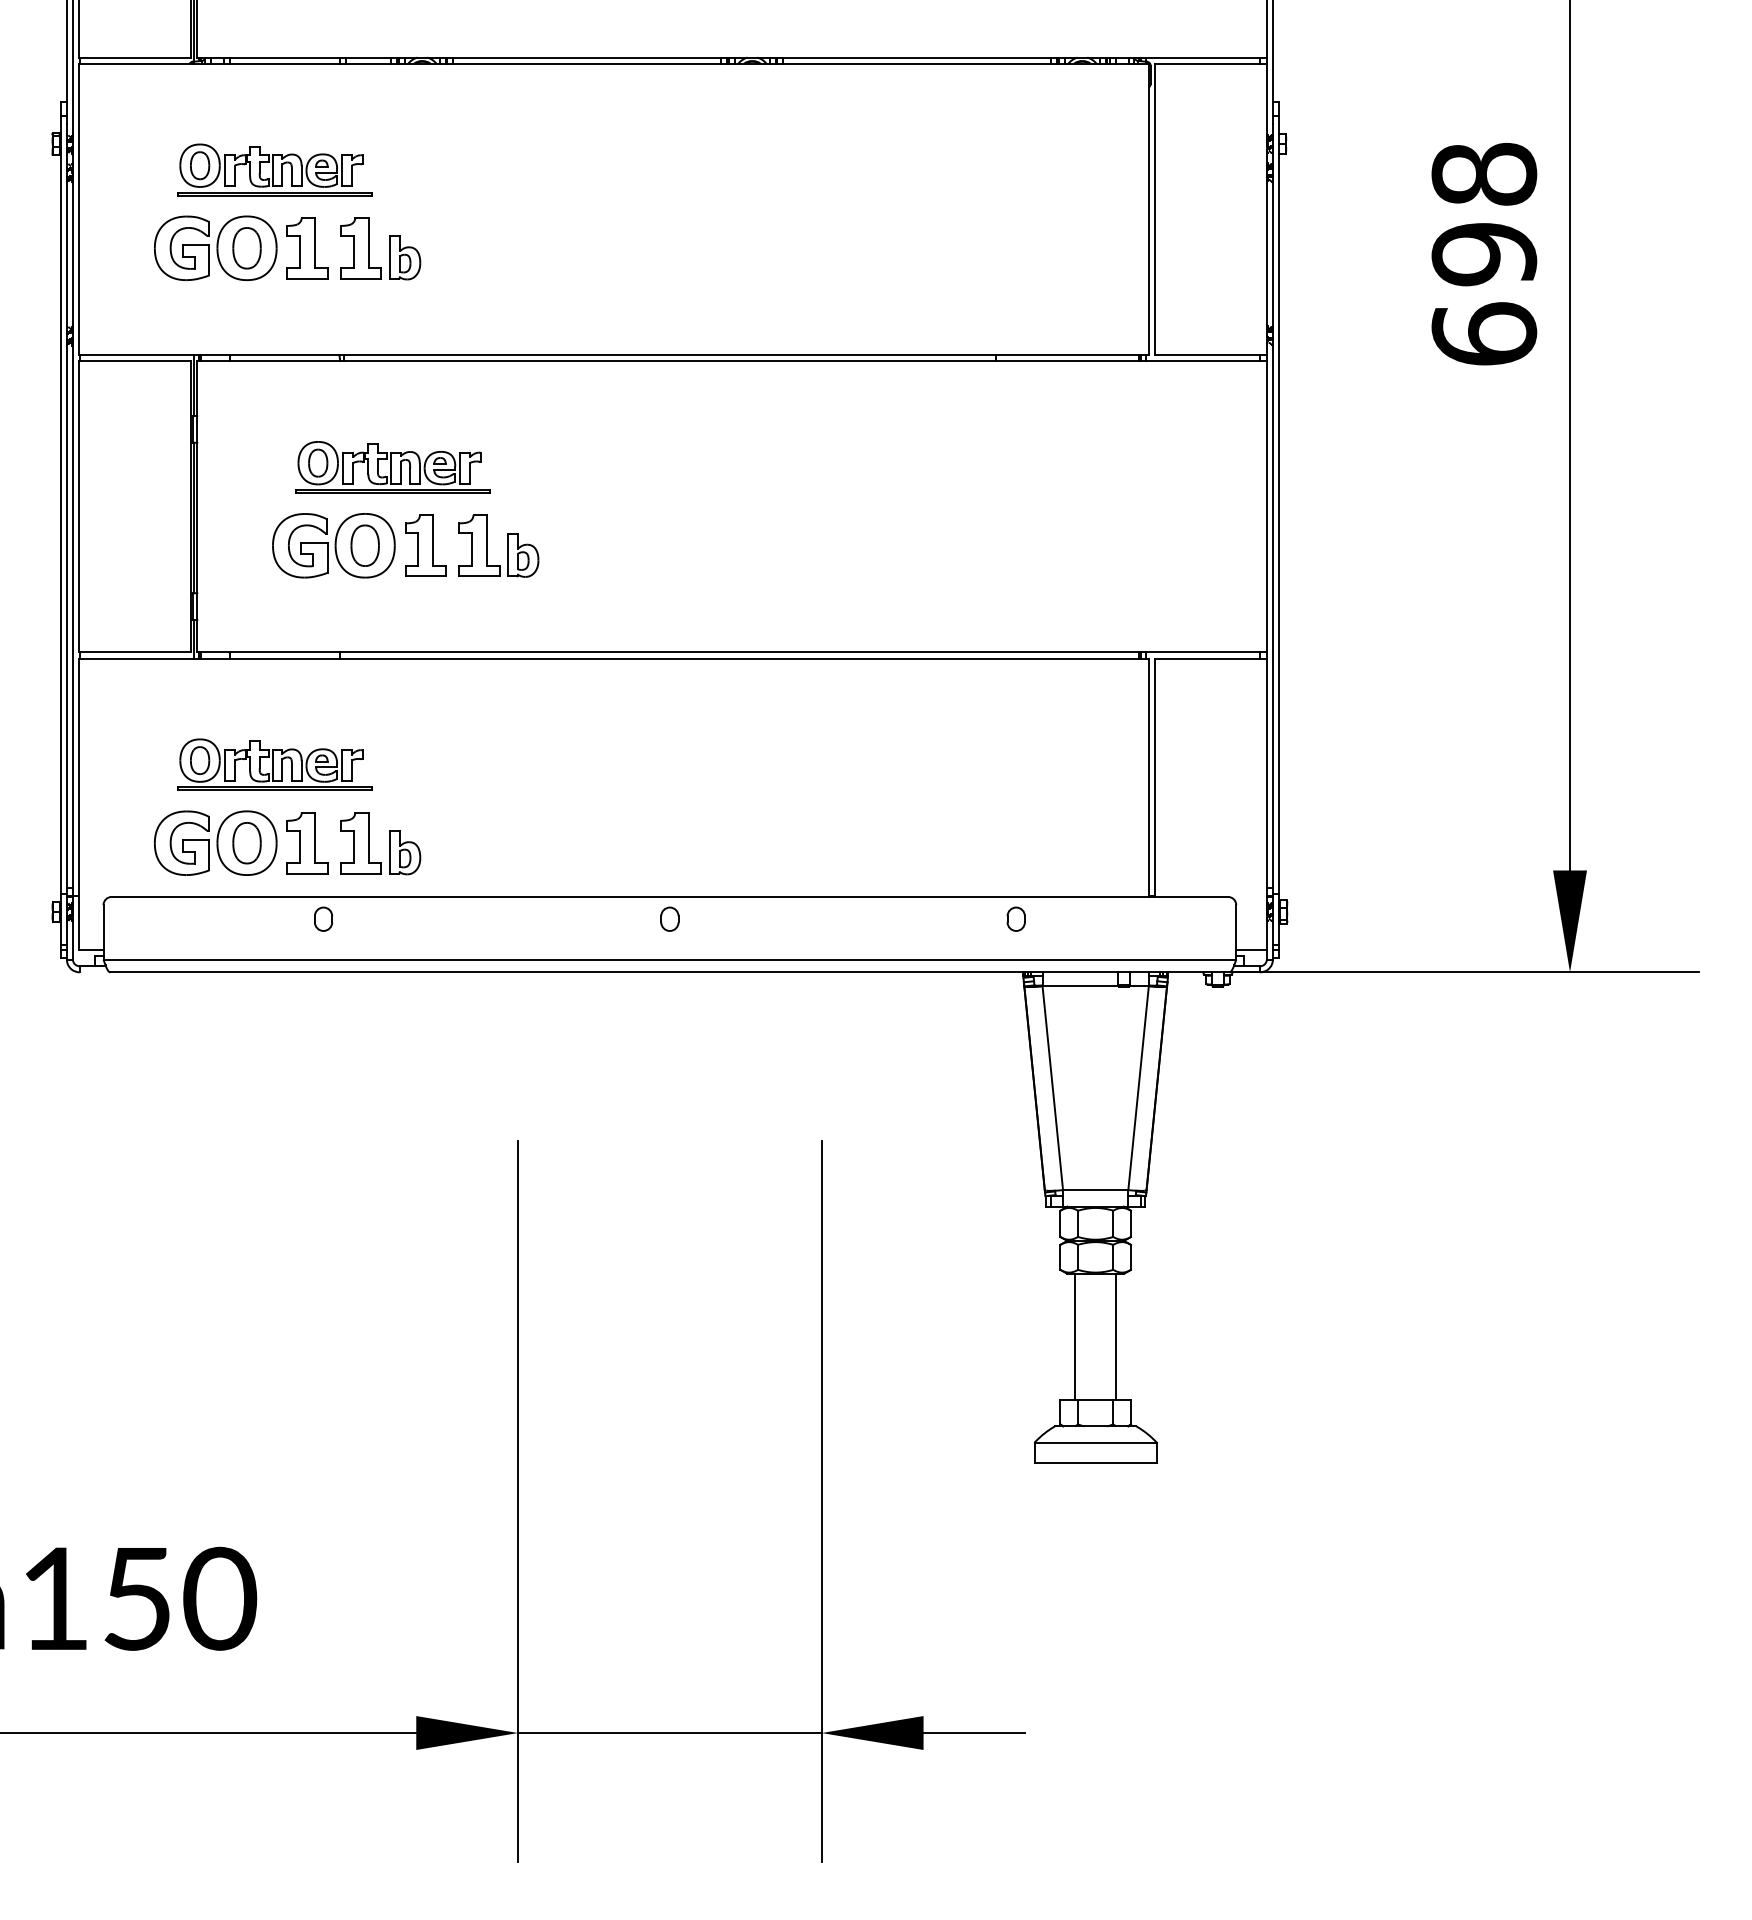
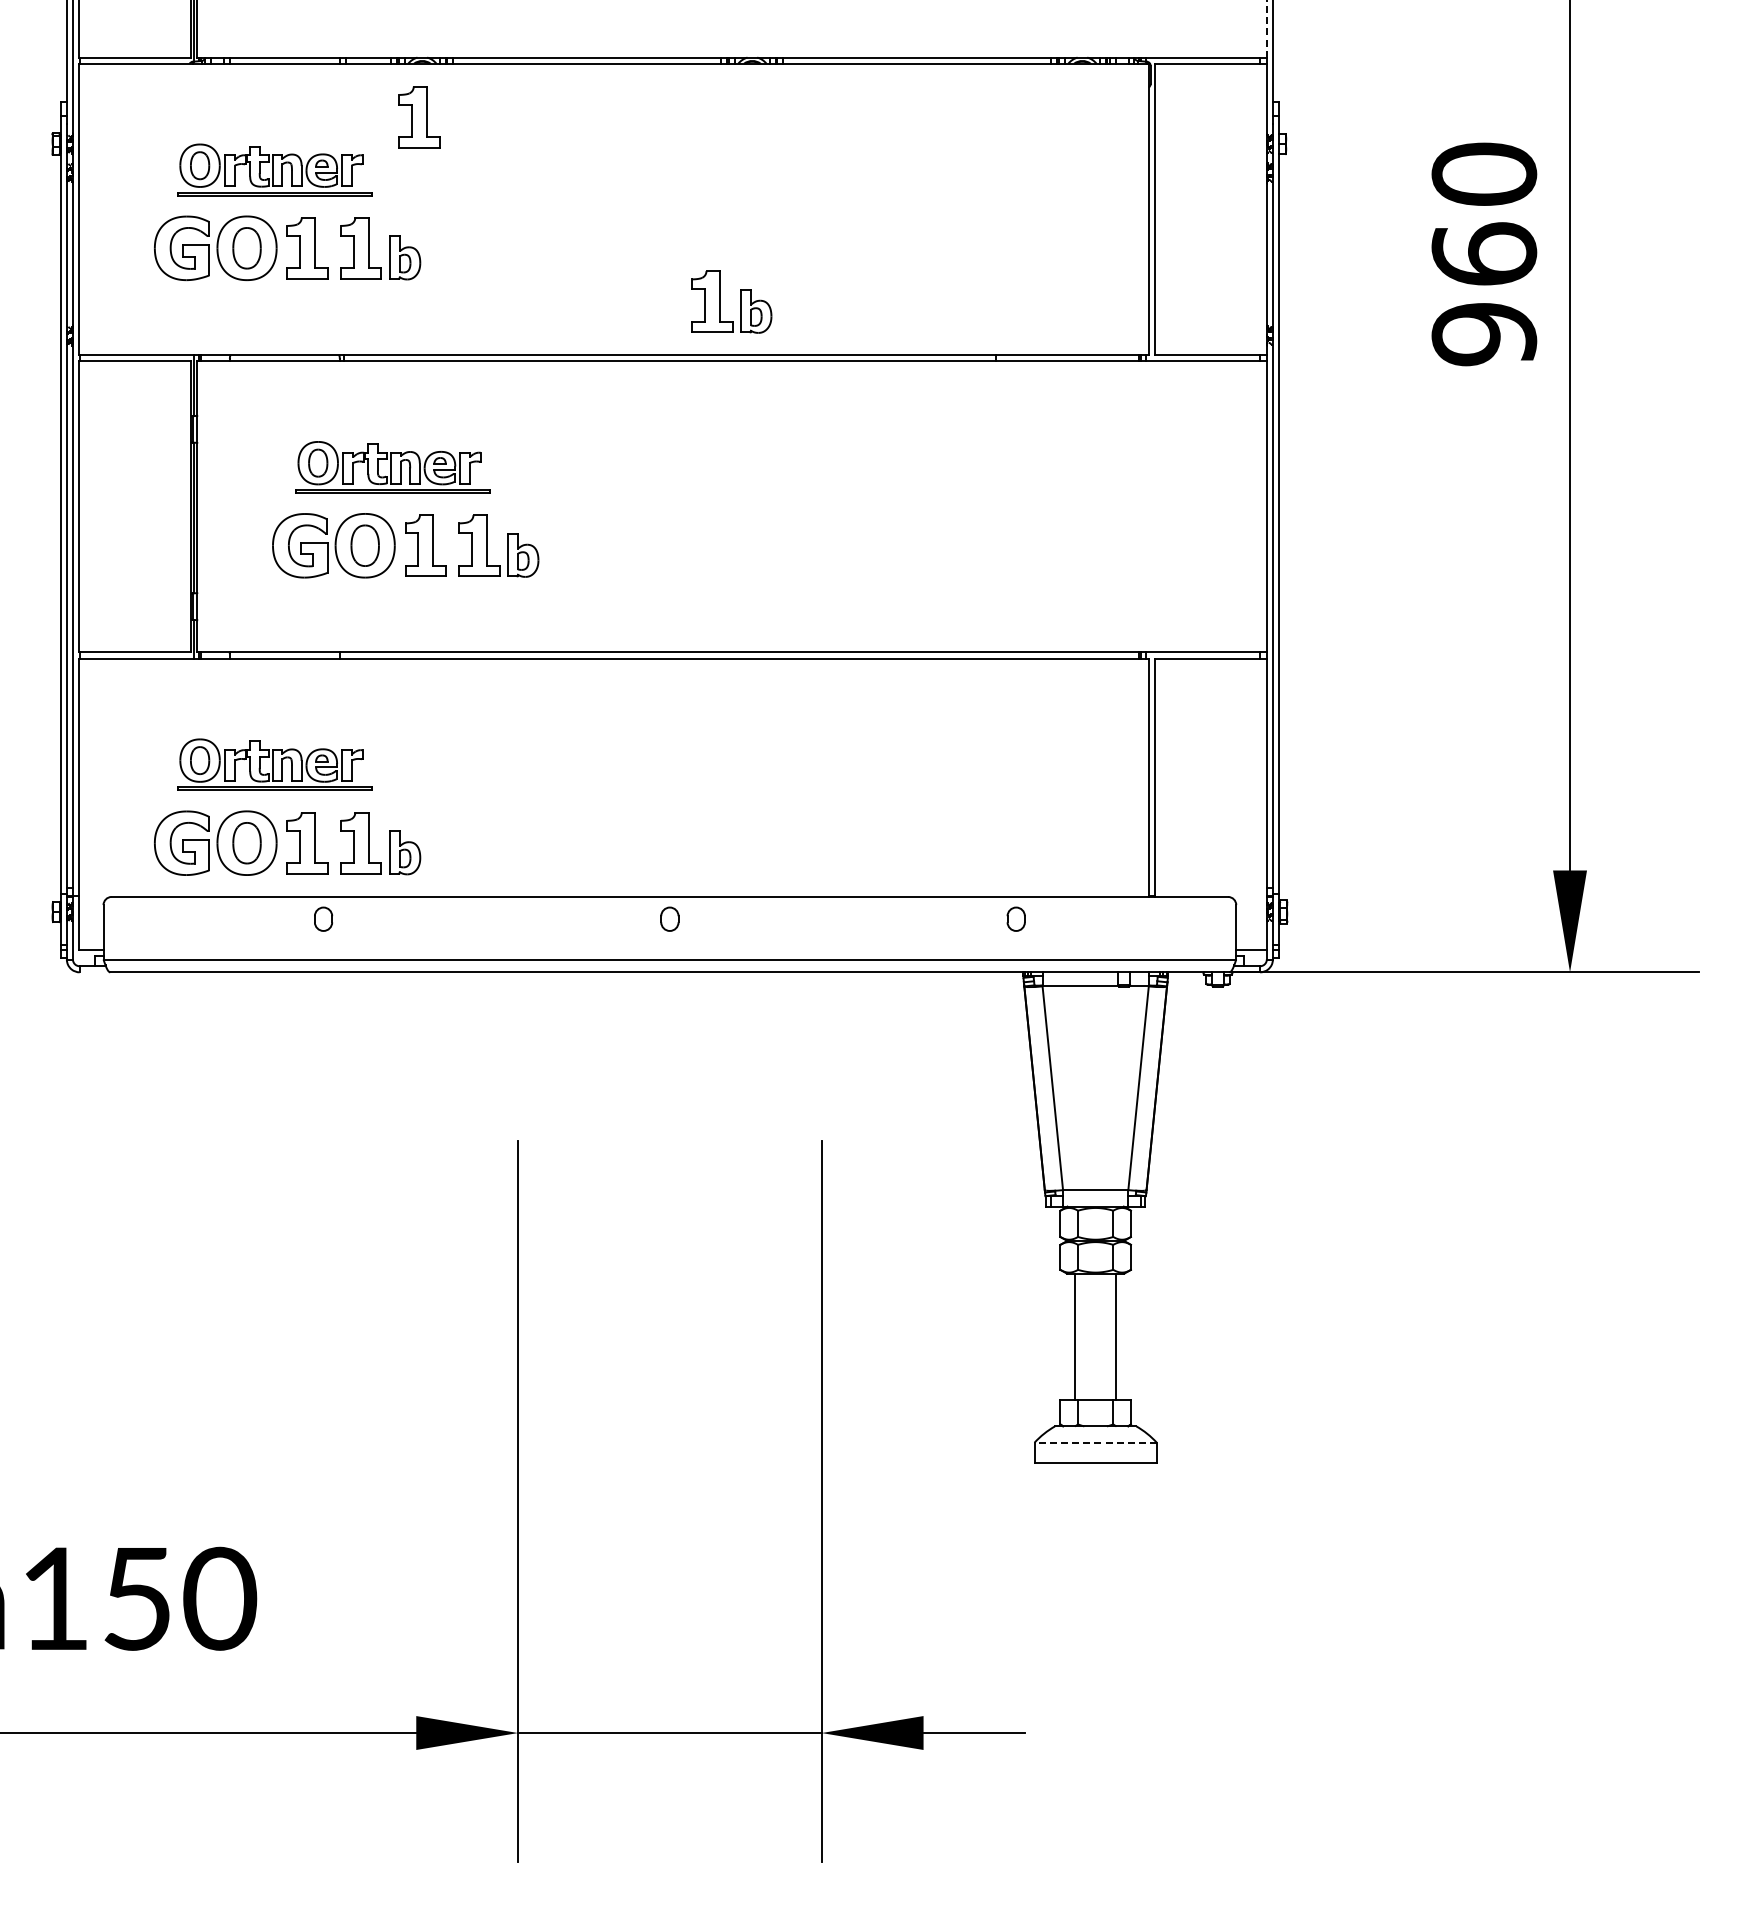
line at (1266, 28): solid -> dashed
part at (419, 117): none -> present
text at (1484, 254): 698 -> 960
part at (740, 301): none -> present
line at (1095, 1442): solid -> dashed
